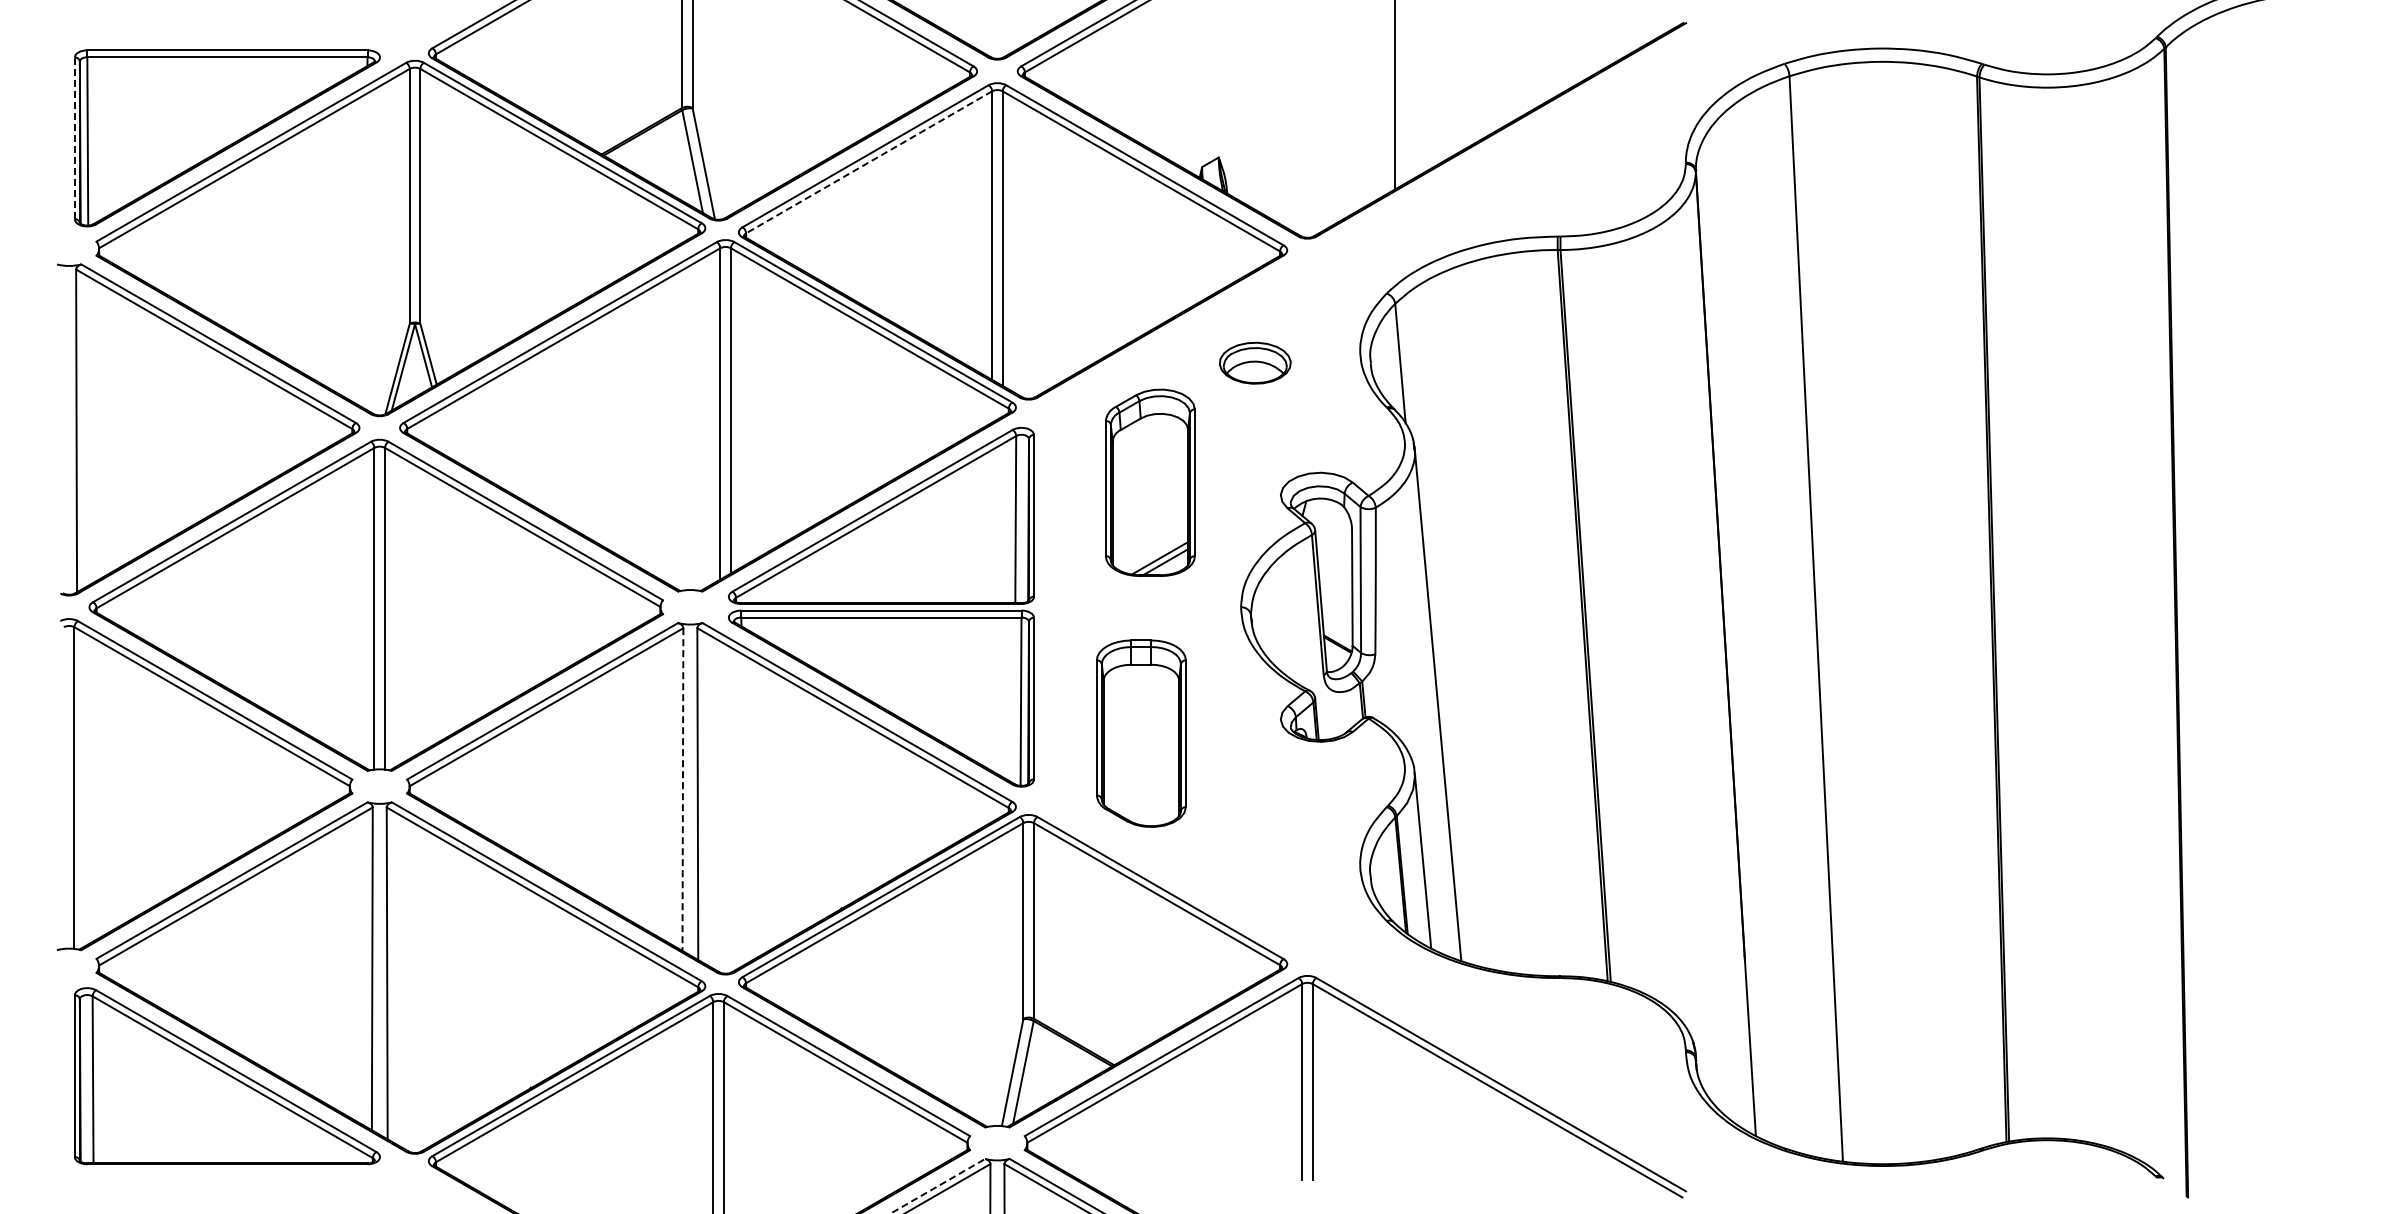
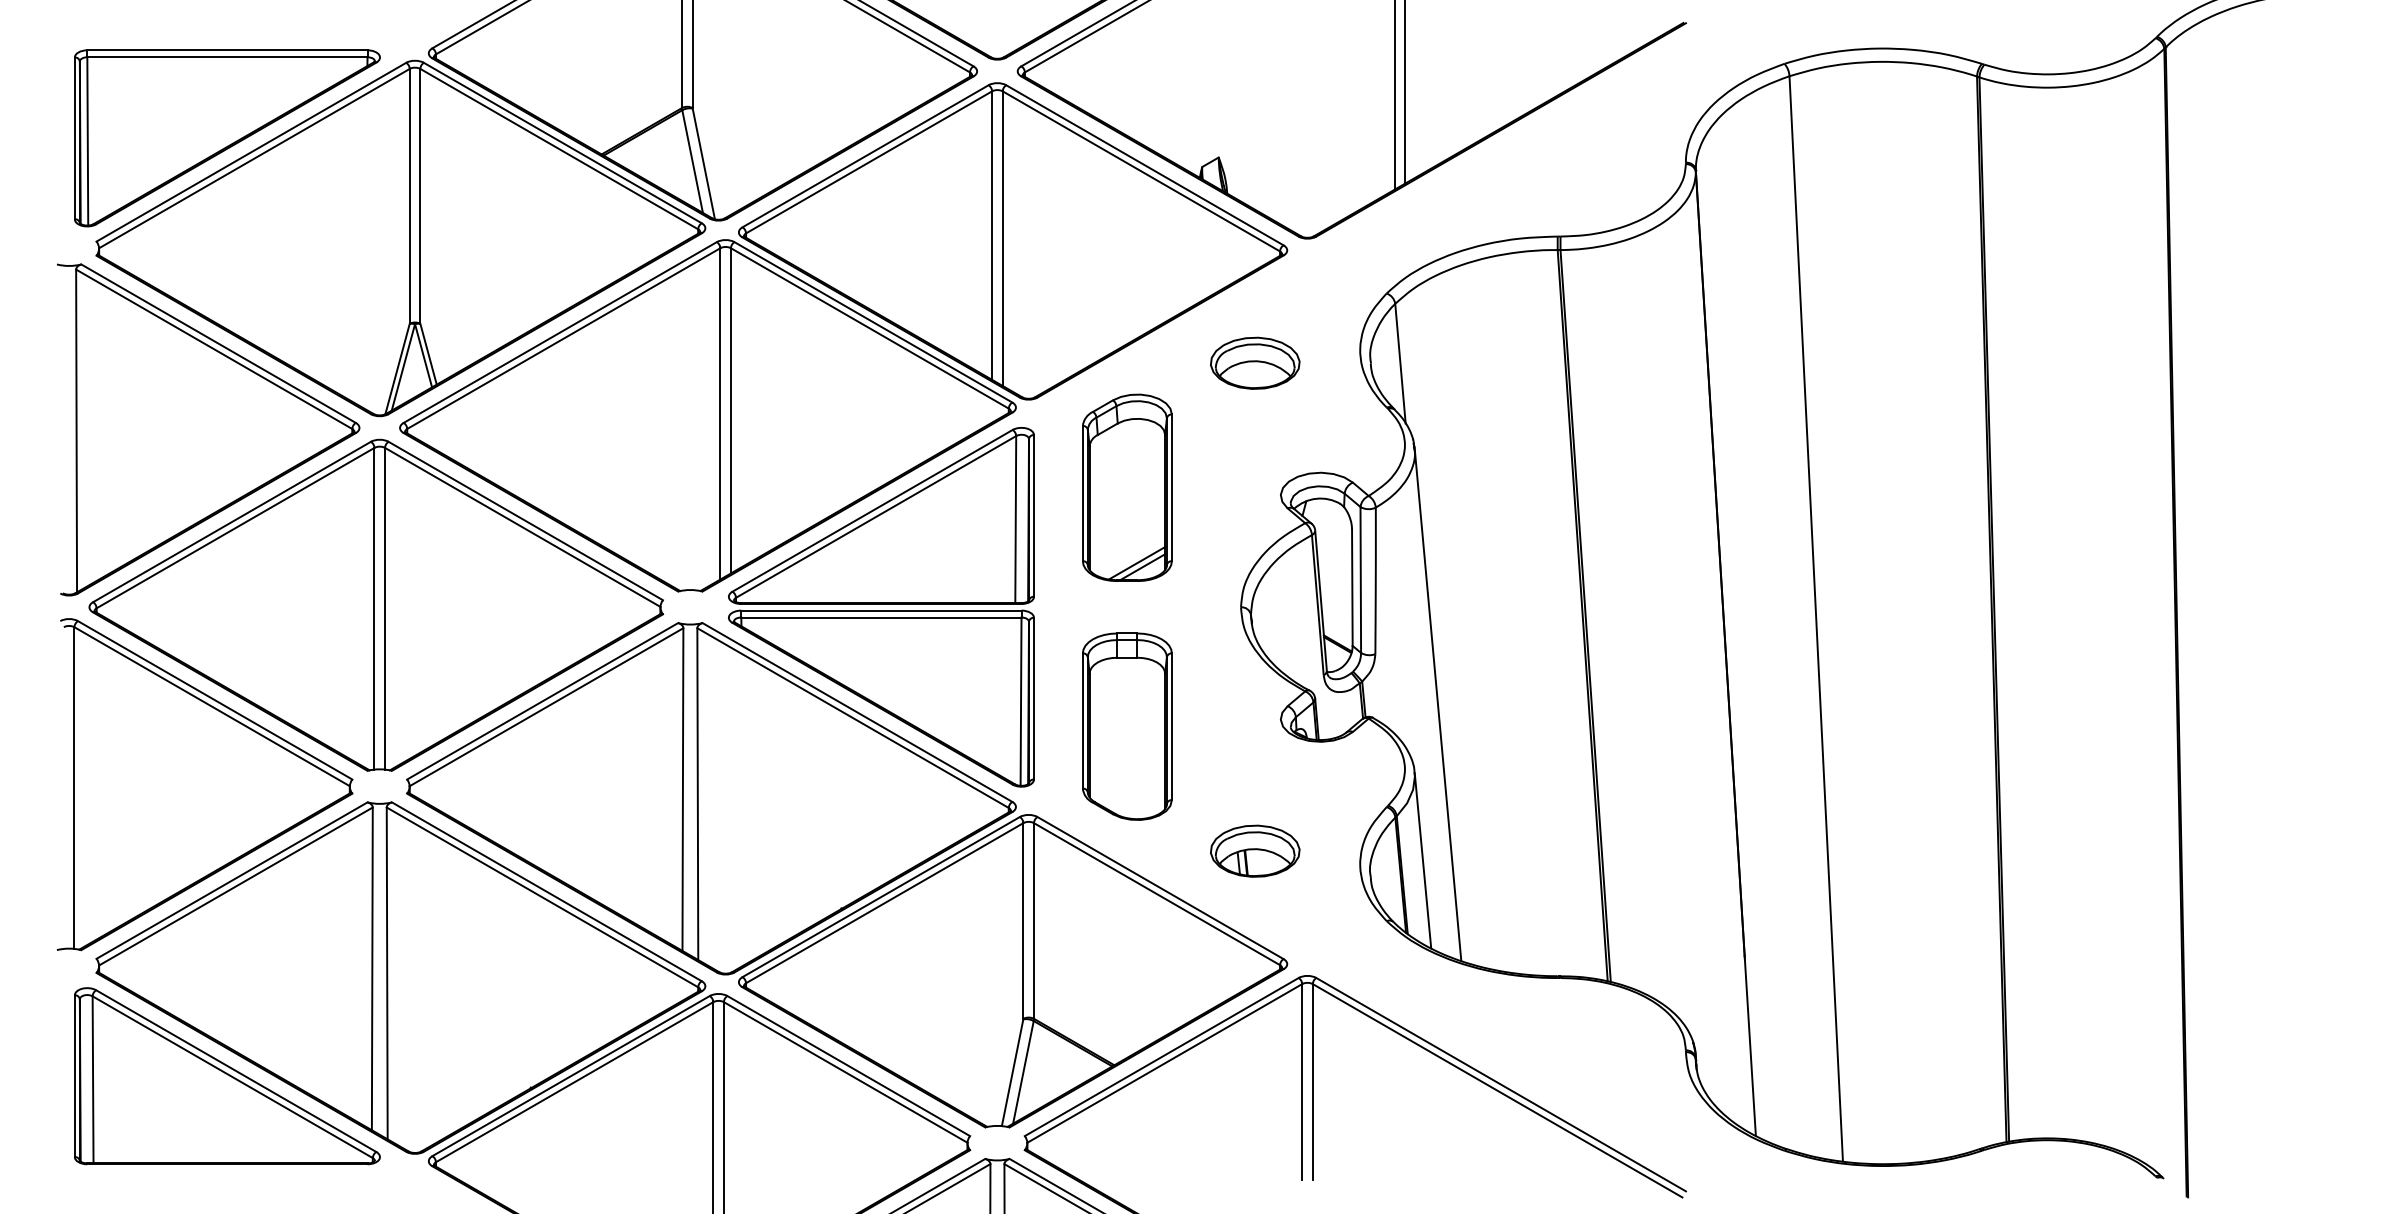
line at (1405, 92): none -> present
line at (74, 138): dashed -> solid
line at (868, 162): dashed -> solid
part at (1254, 362) size: 74x44 px -> 91x54 px
part at (1150, 482) position: (1150, 482) -> (1127, 487)
part at (1141, 733) position: (1141, 733) -> (1127, 726)
line at (682, 789): dashed -> solid
part at (1255, 850): none -> present
line at (937, 1186): dashed -> solid
